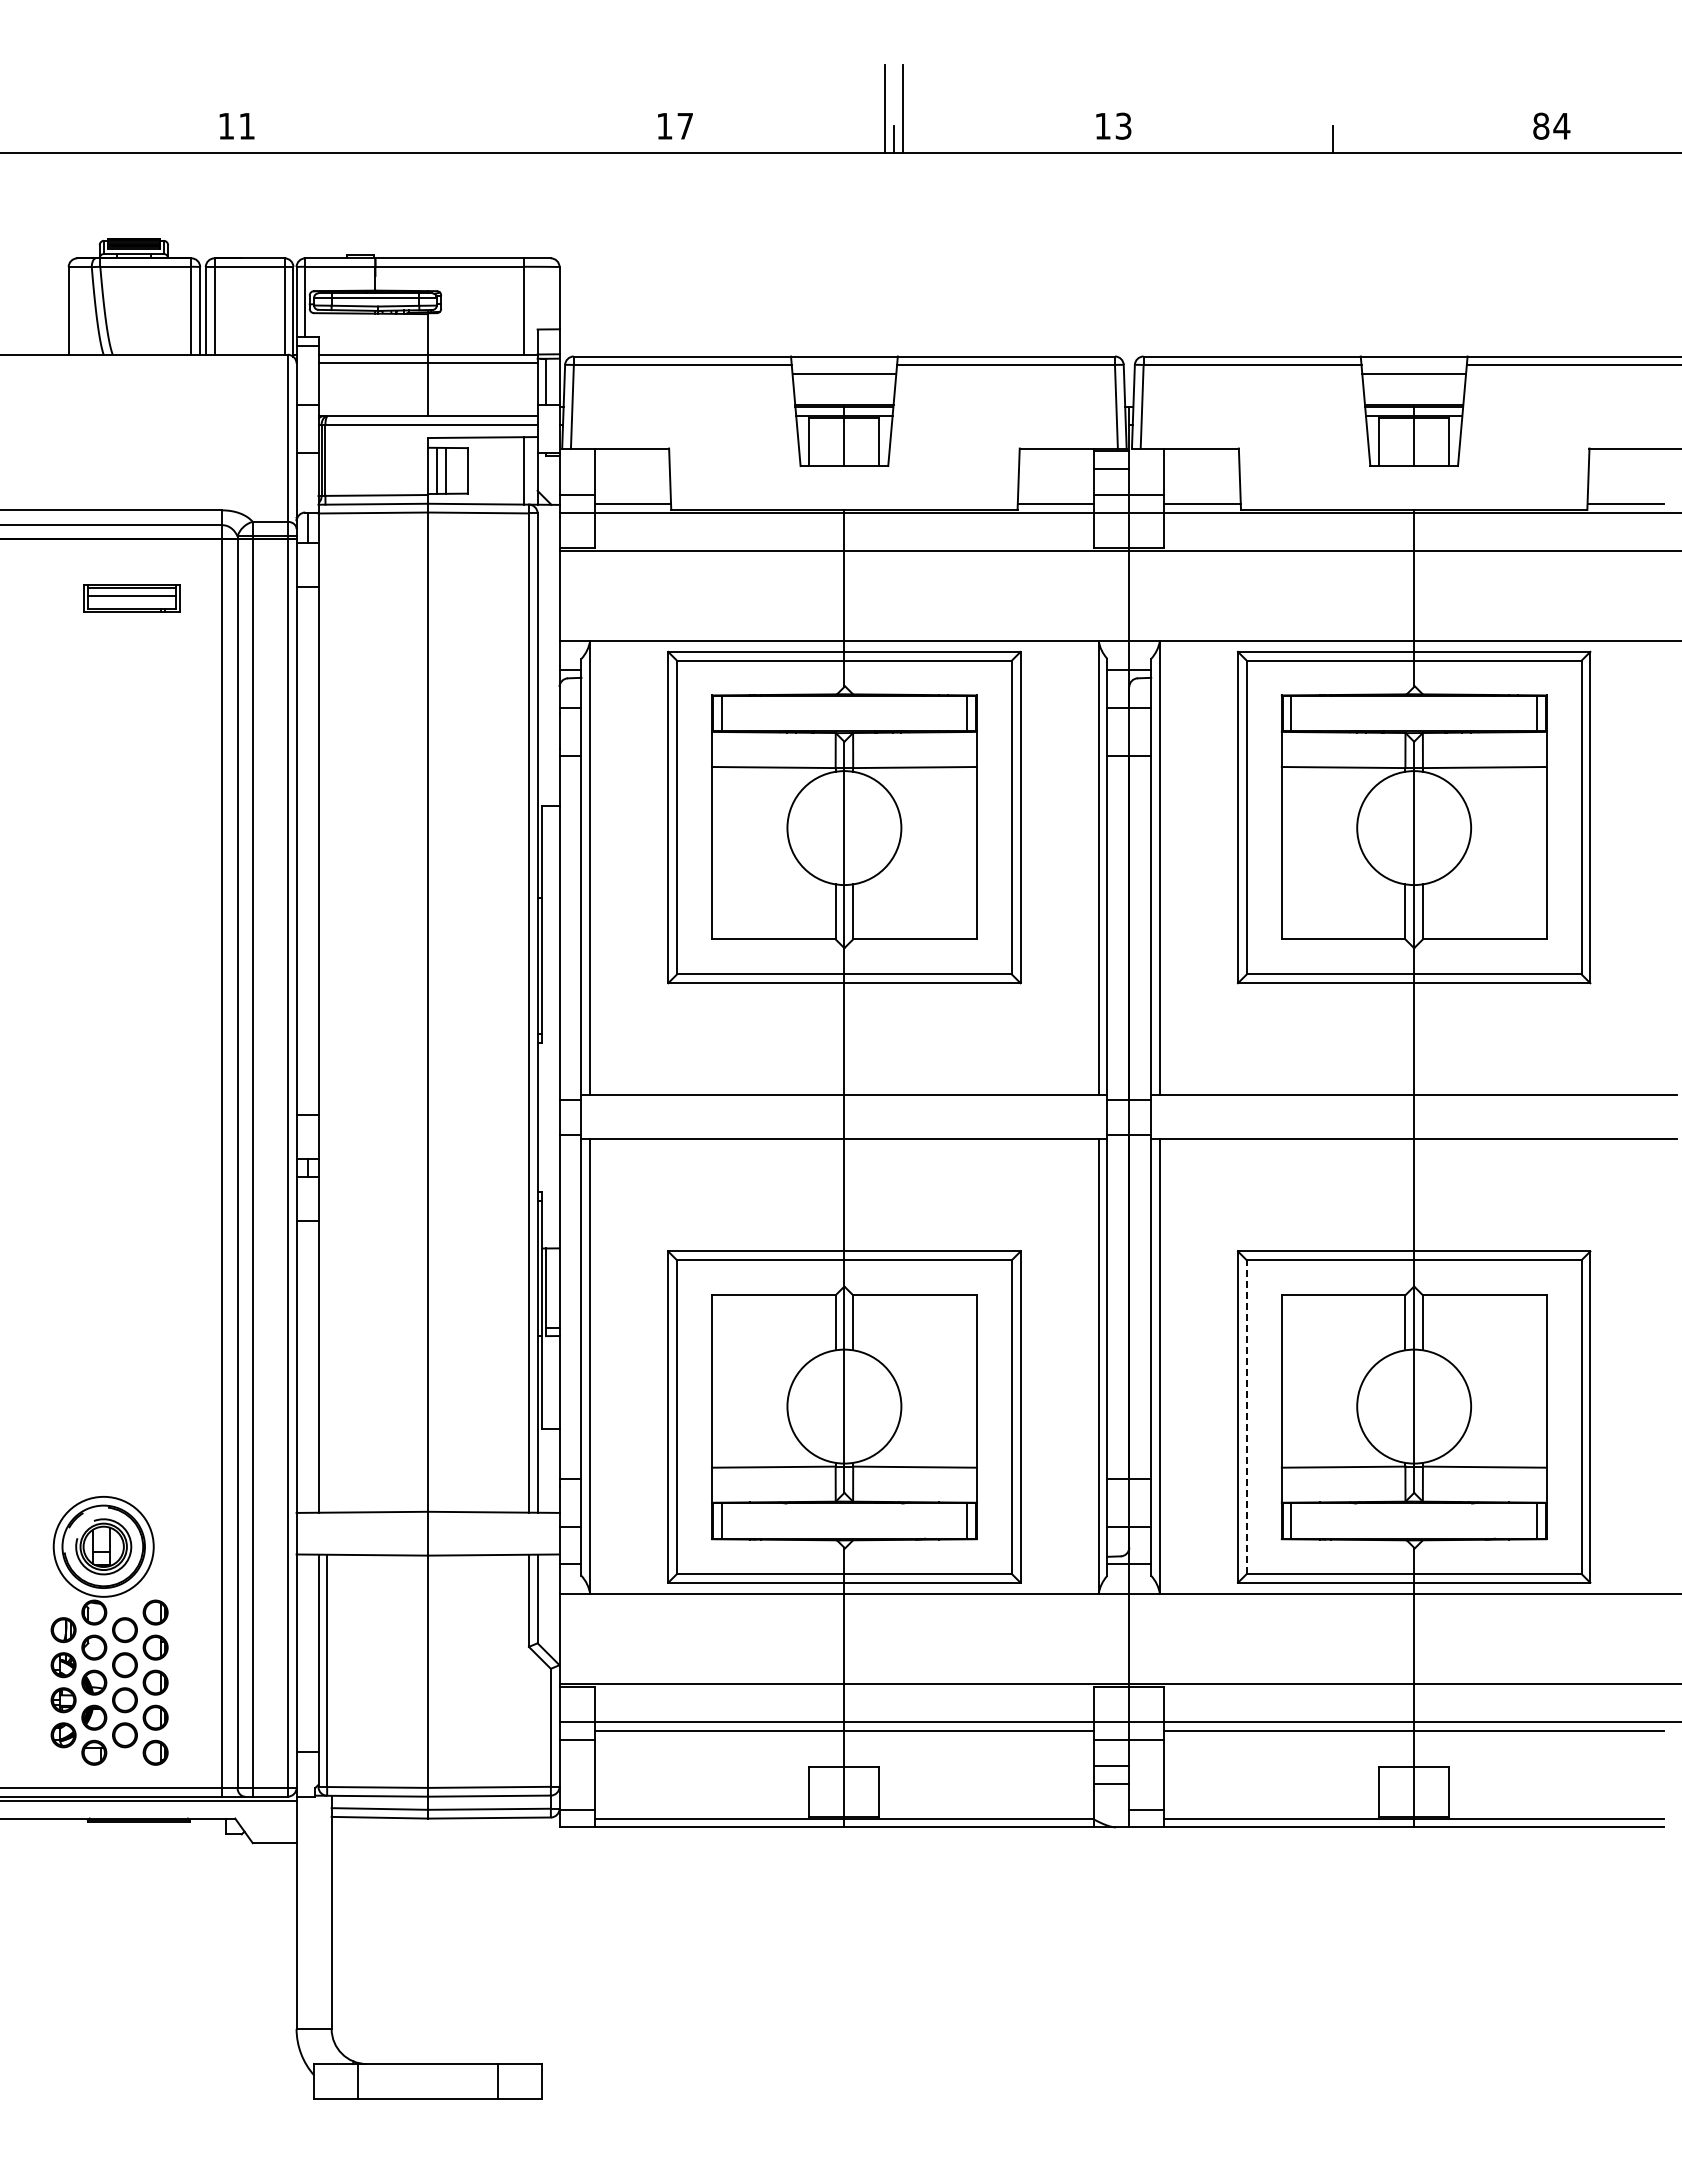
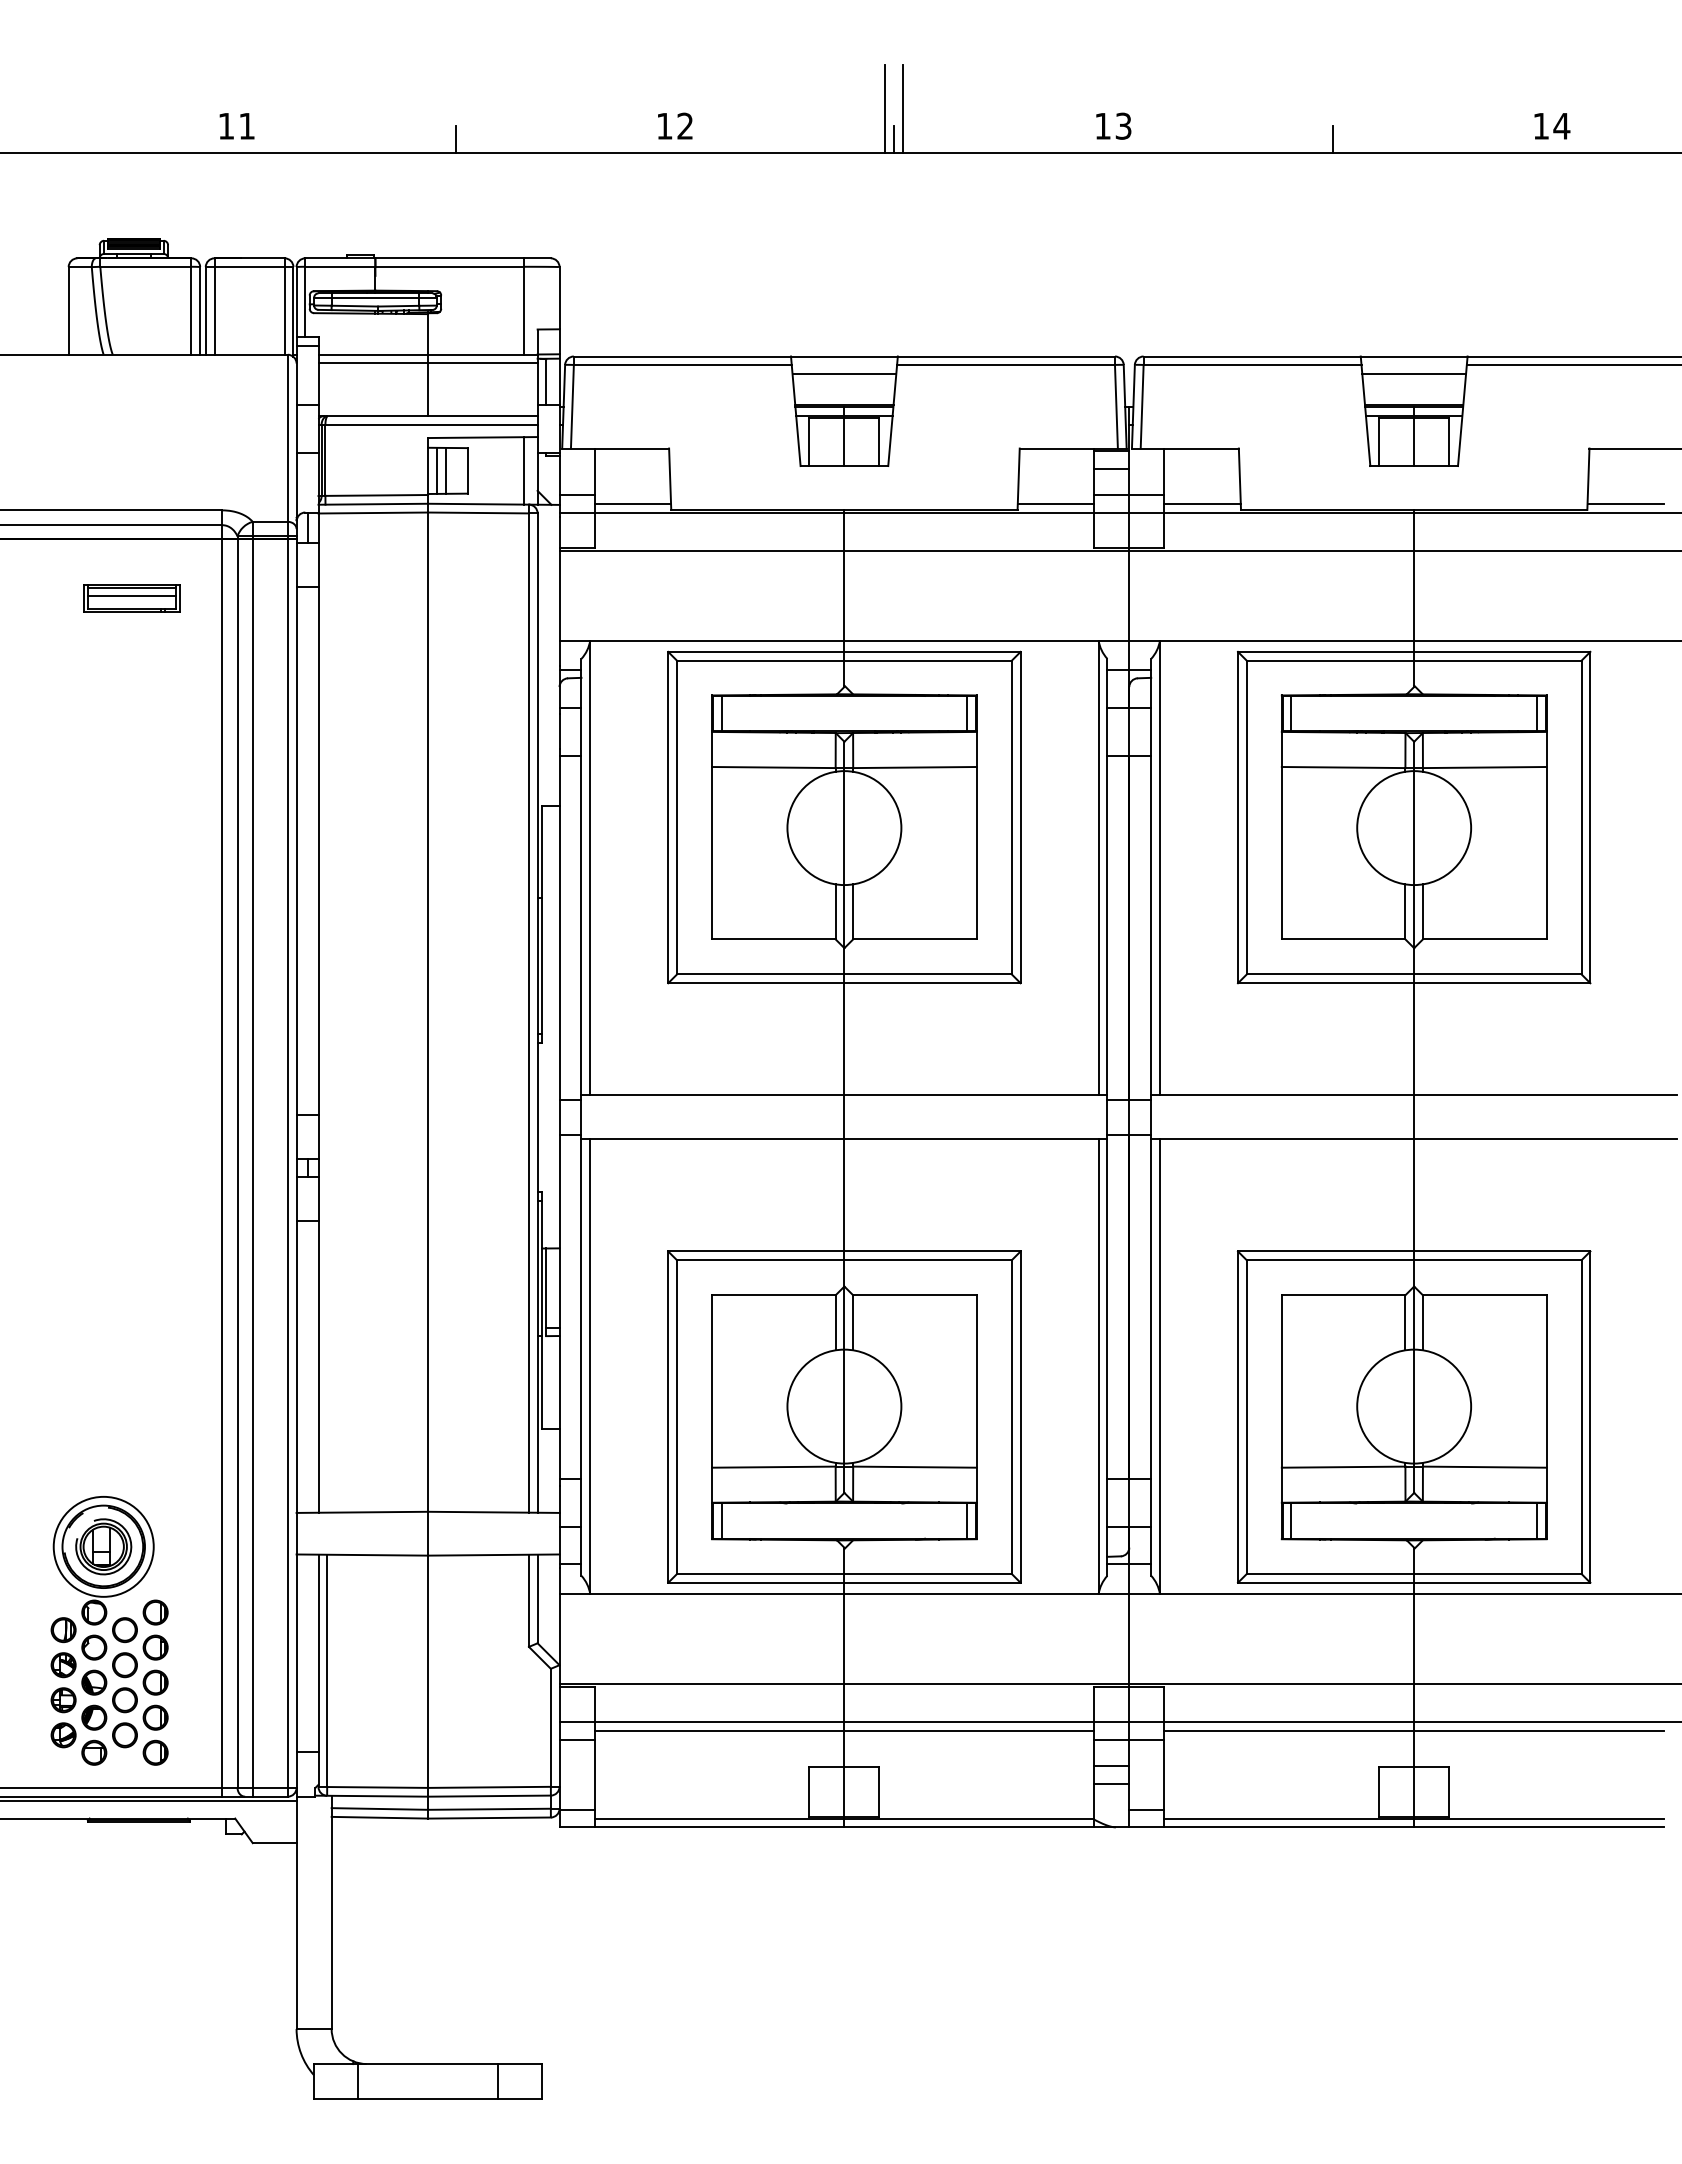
text at (684, 125): 17 -> 12
text at (1541, 125): 84 -> 14
line at (455, 139): none -> present
line at (1246, 1417): dashed -> solid
